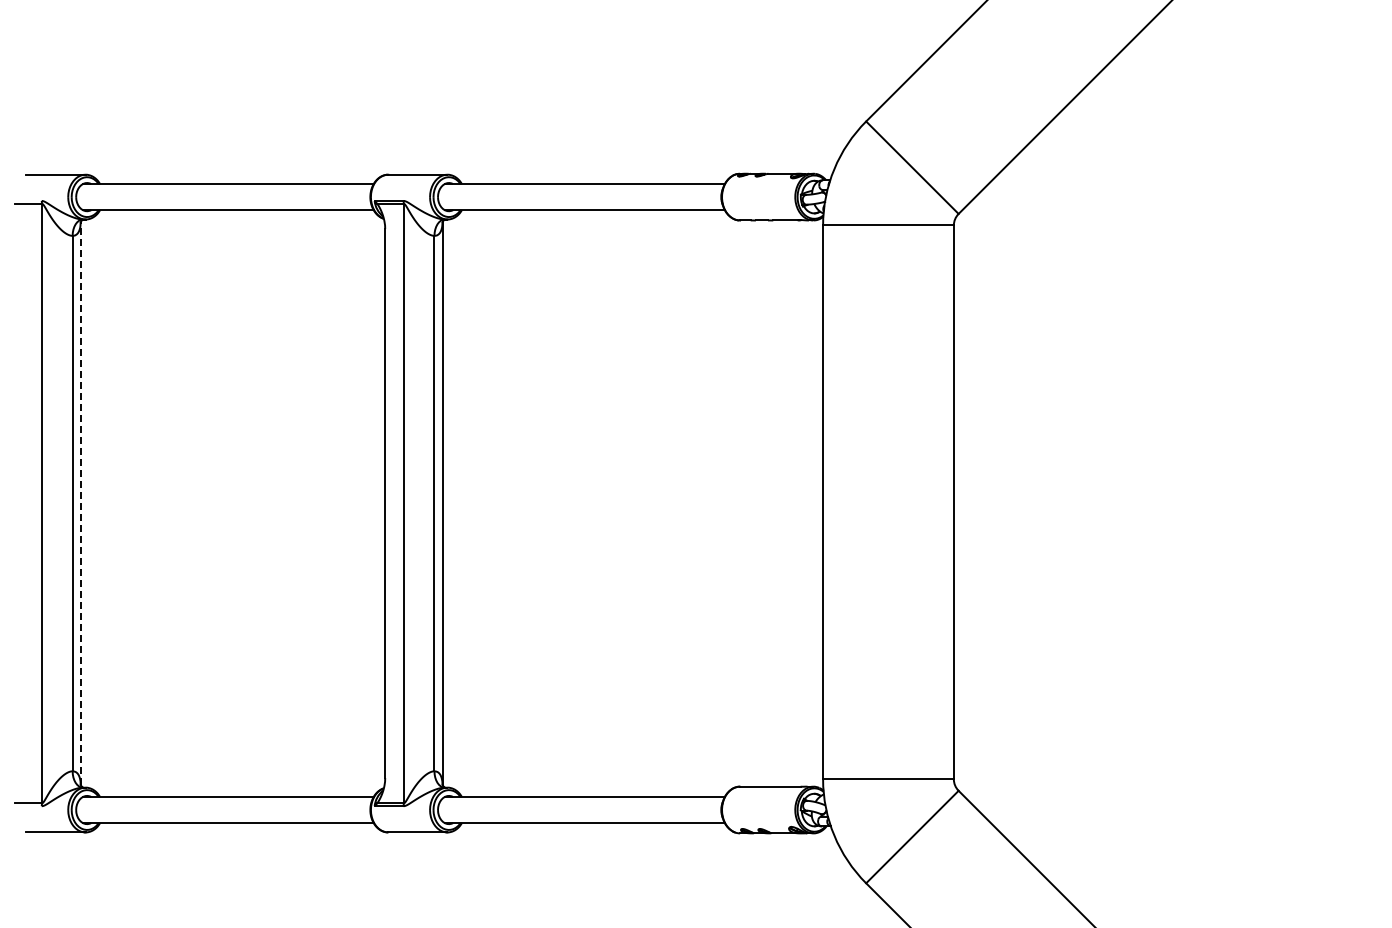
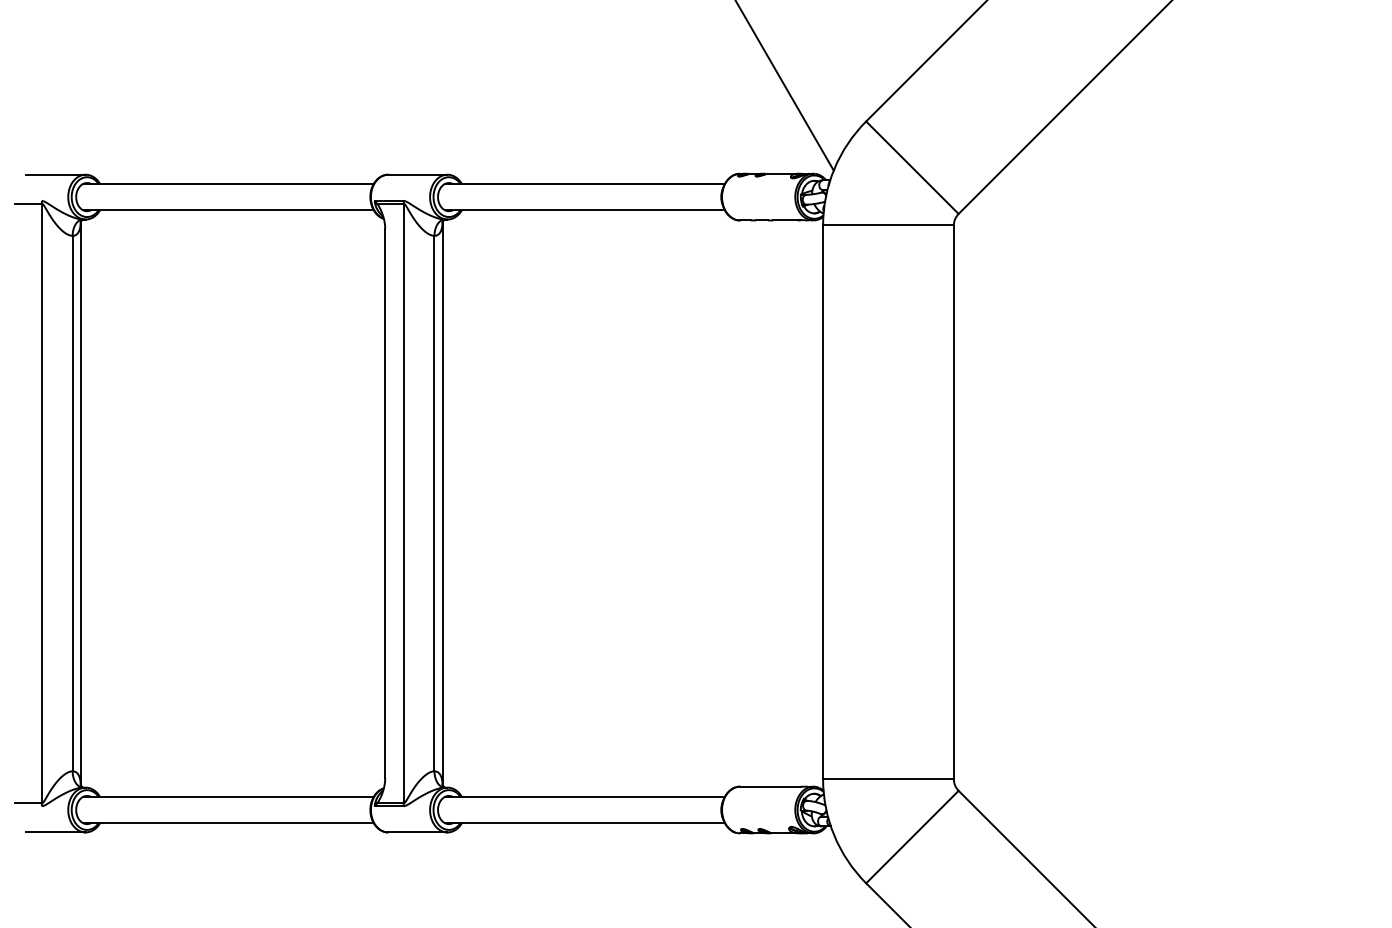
line at (784, 86): none -> present
line at (80, 503): dashed -> solid
